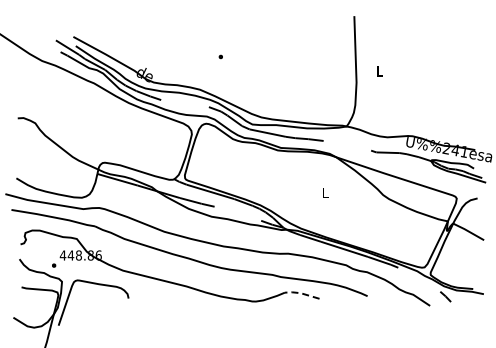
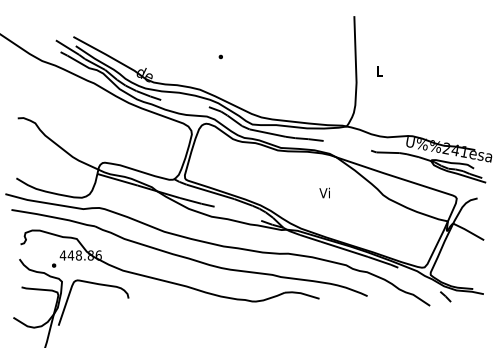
text at (324, 192): L -> Vi
line at (300, 293): dashed -> solid
